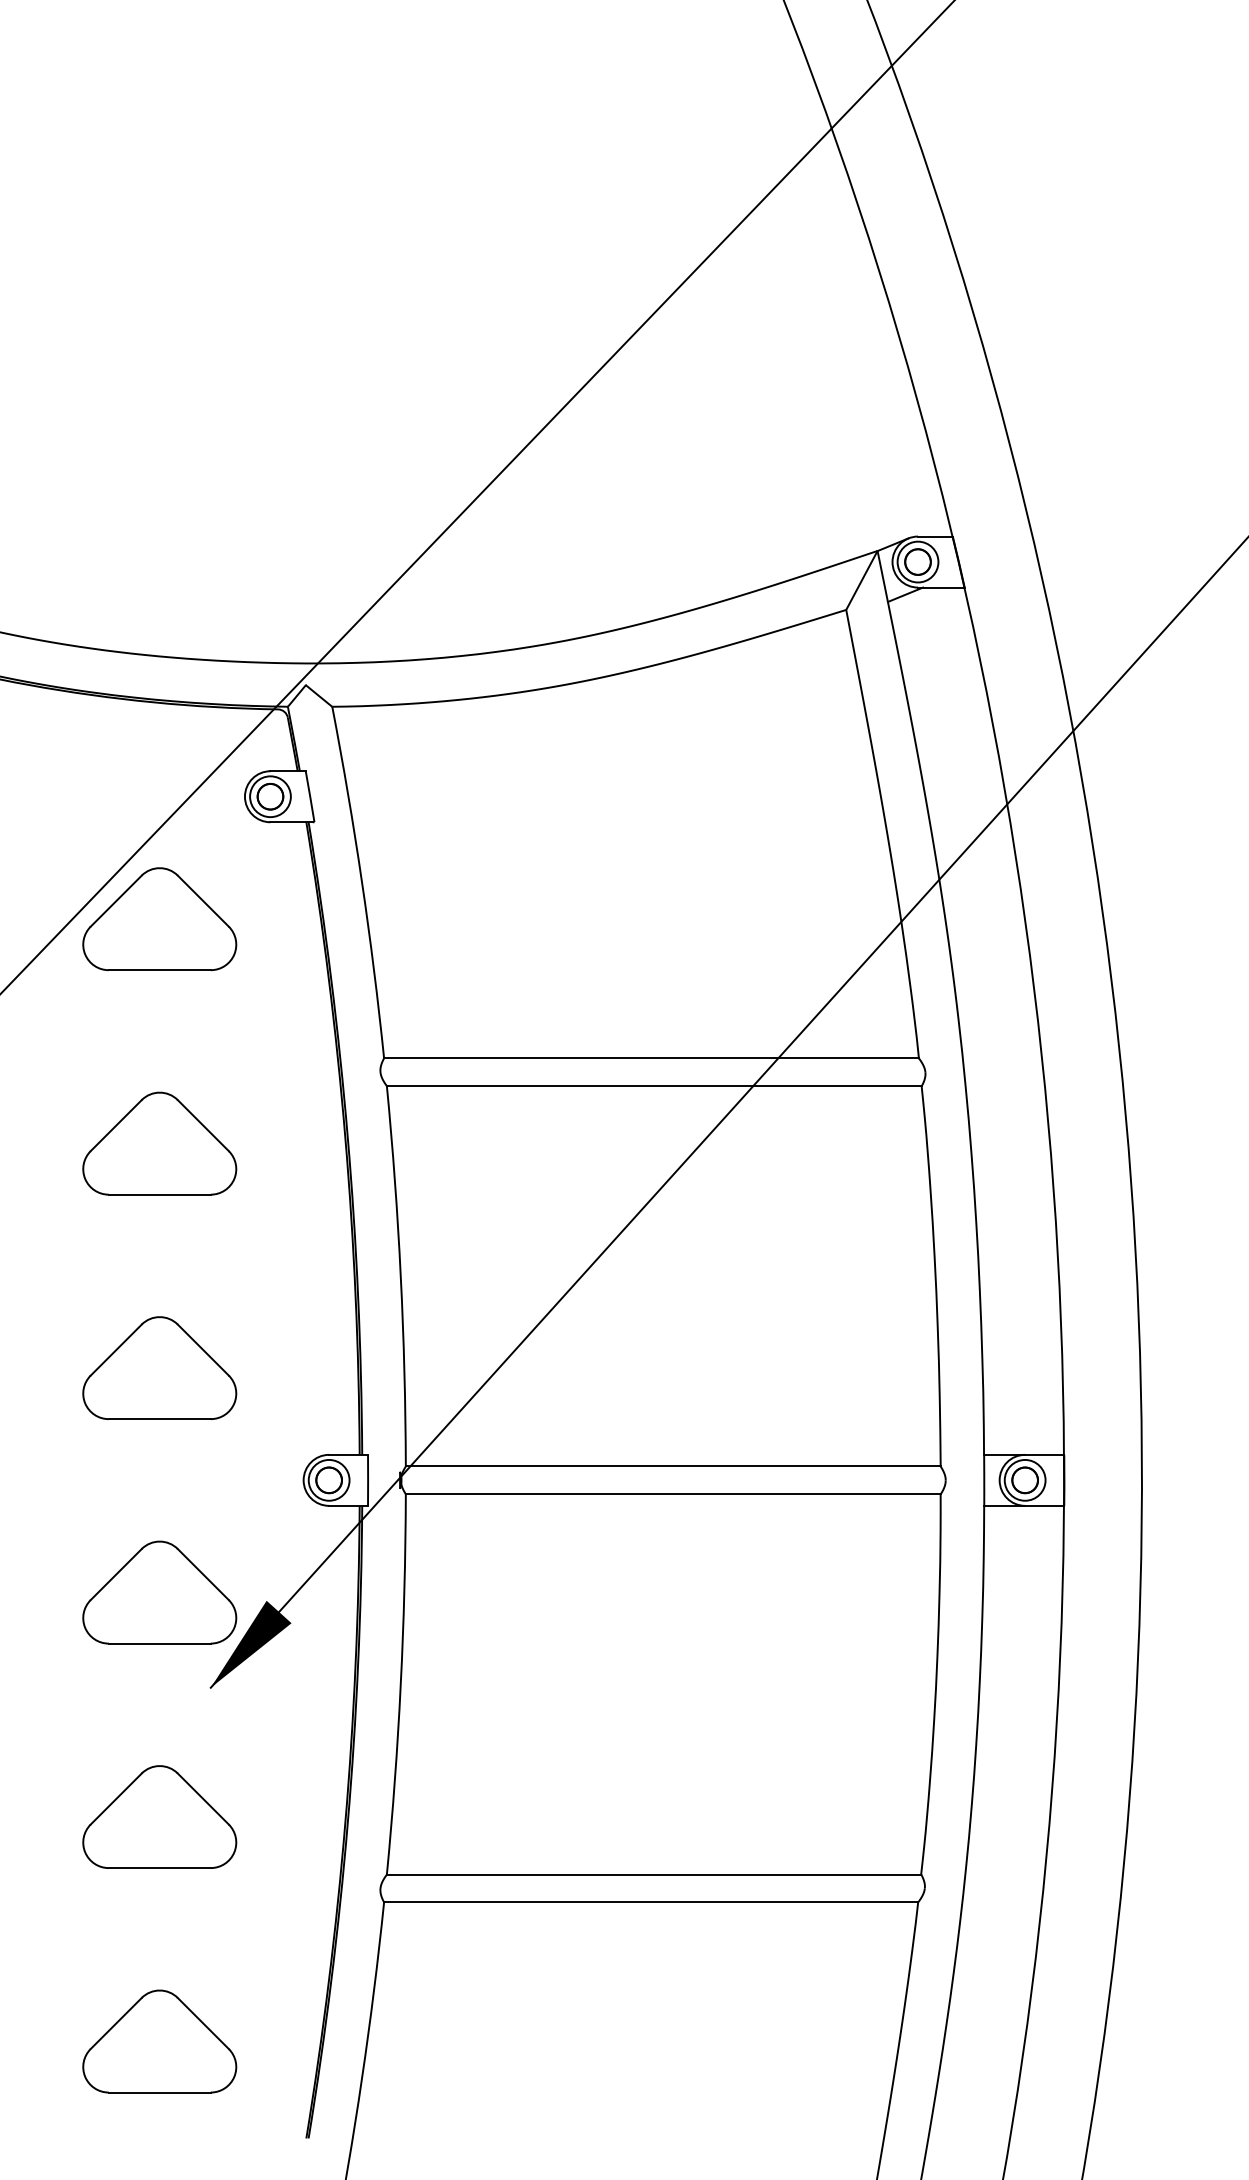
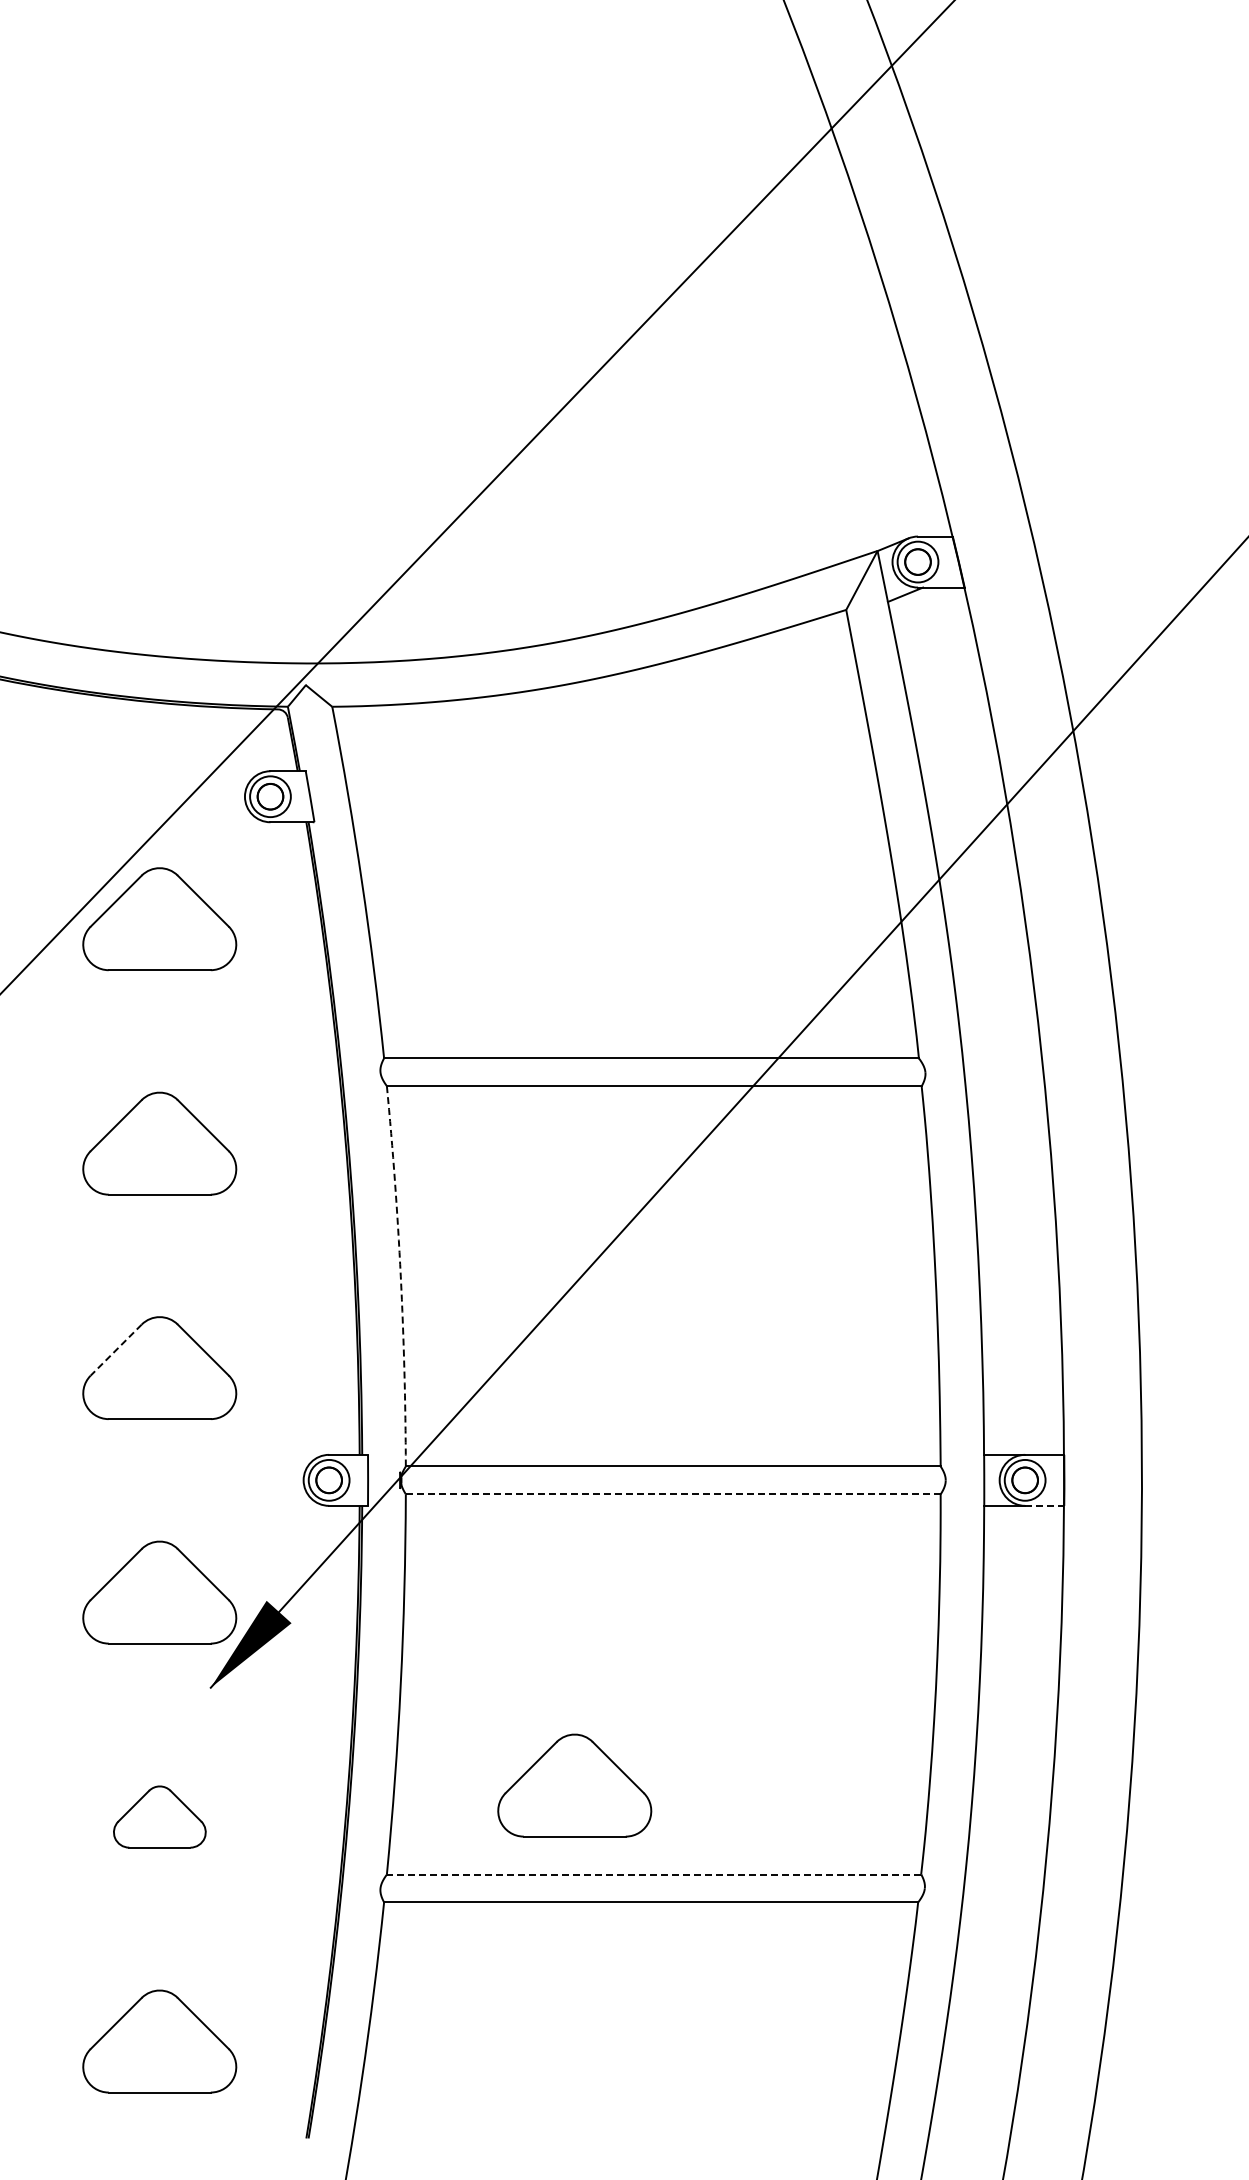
arc at (400, 1276): solid -> dashed
line at (115, 1350): solid -> dashed
line at (673, 1494): solid -> dashed
line at (1044, 1505): solid -> dashed
part at (574, 1785): none -> present
part at (159, 1816) size: 156x104 px -> 94x64 px
line at (653, 1874): solid -> dashed
